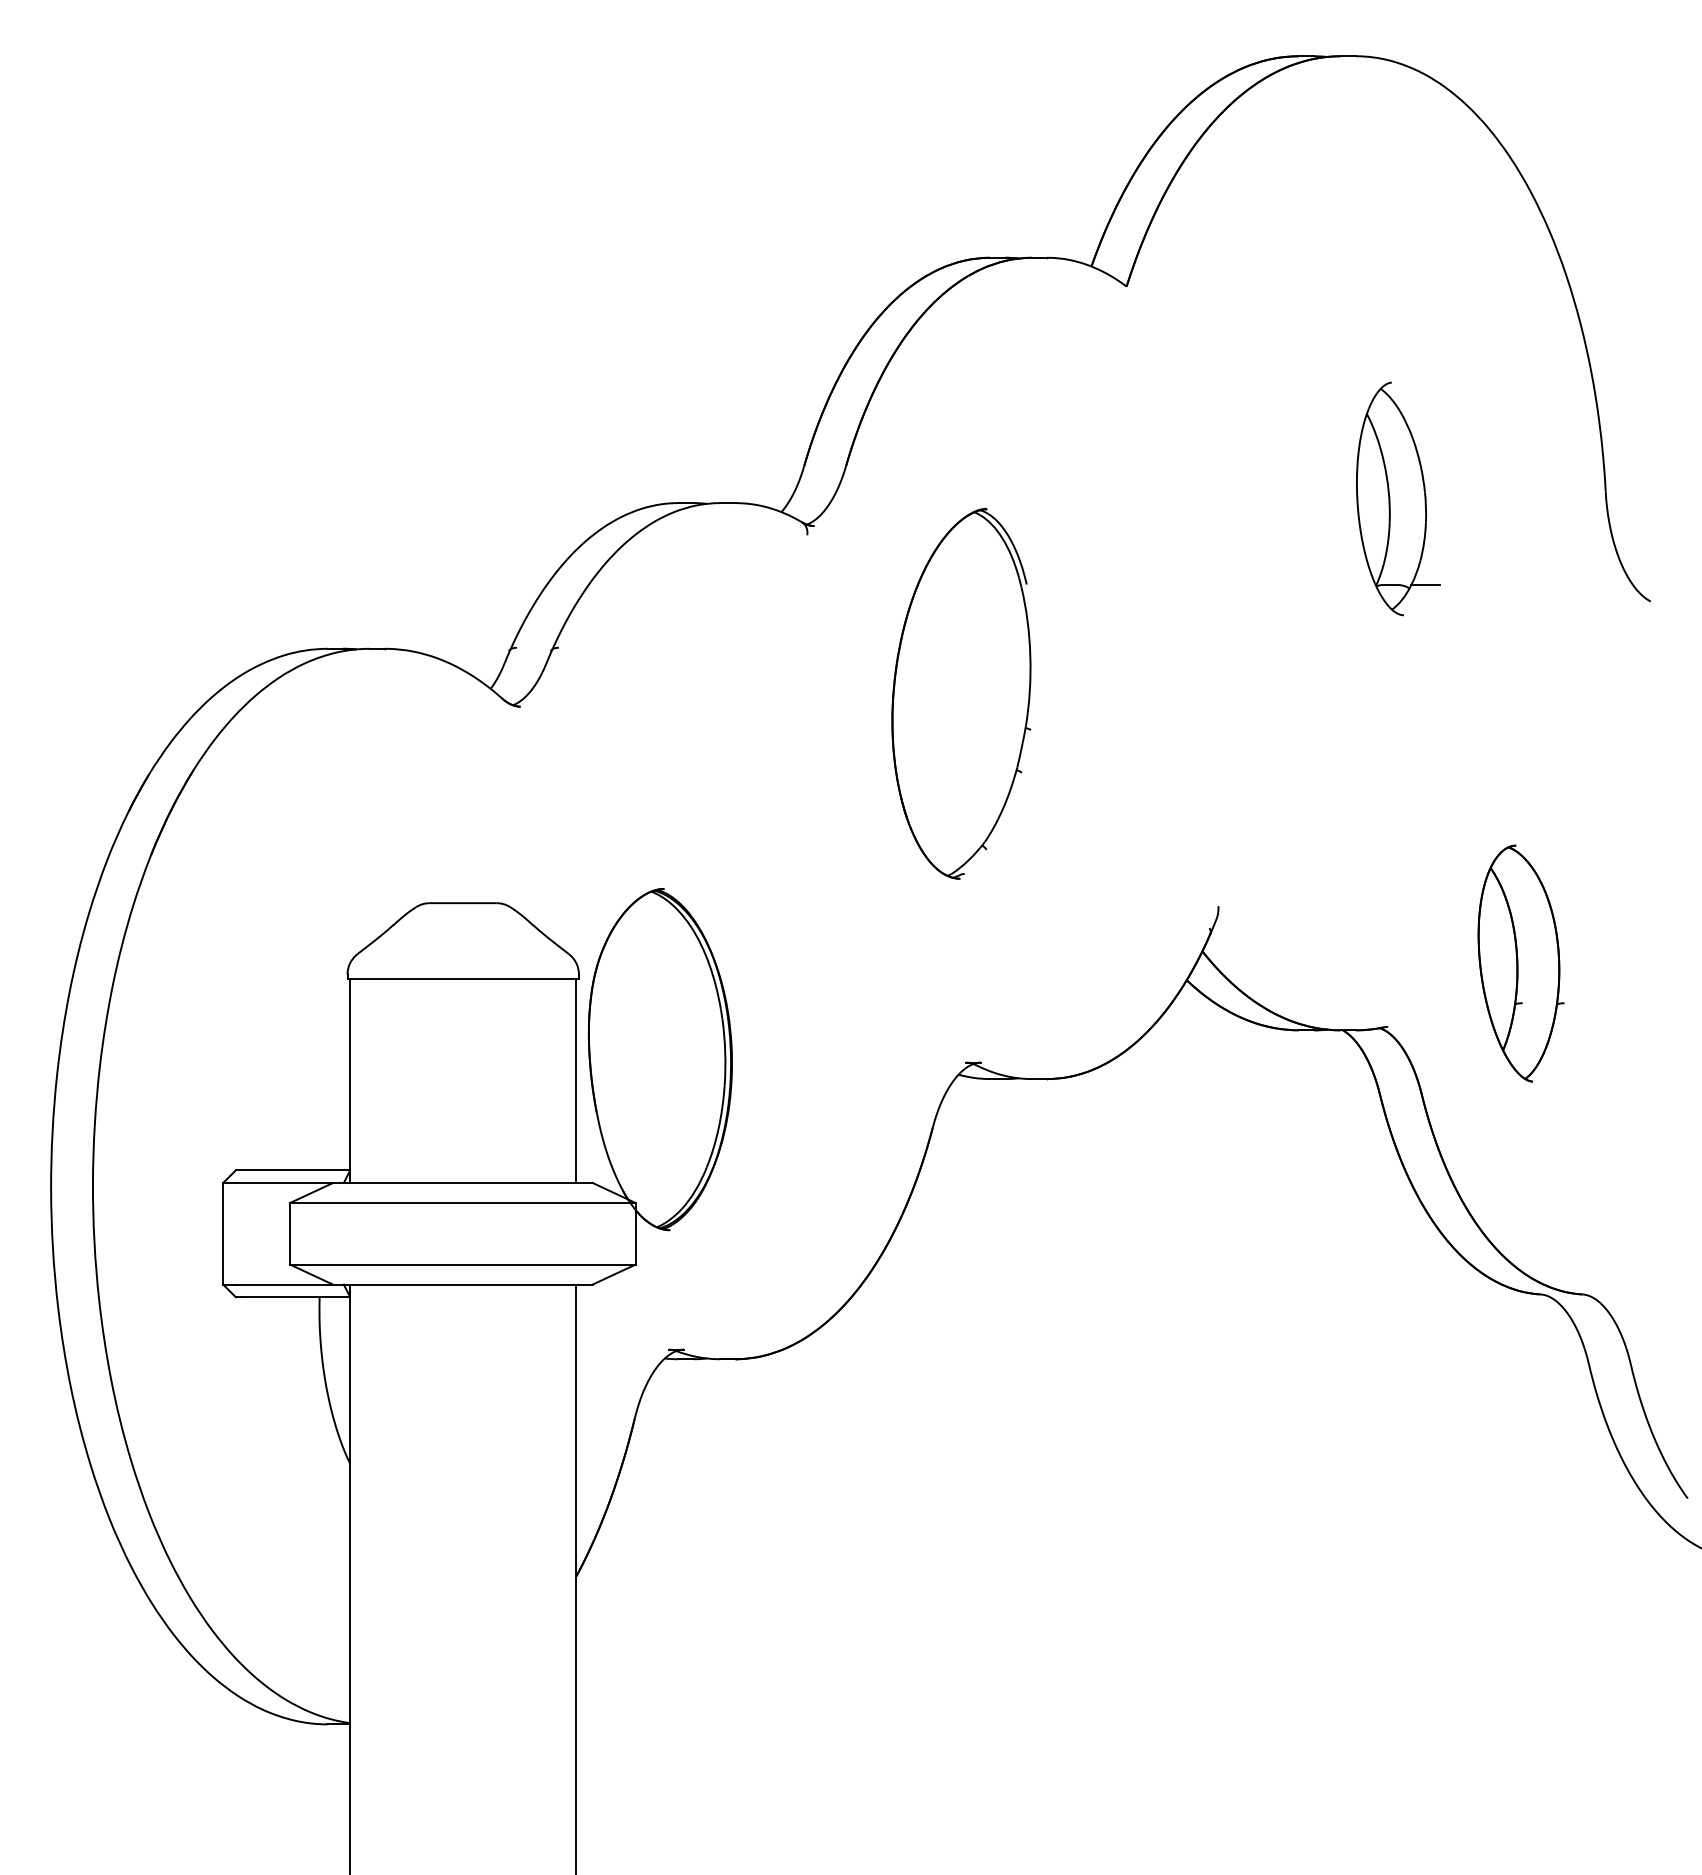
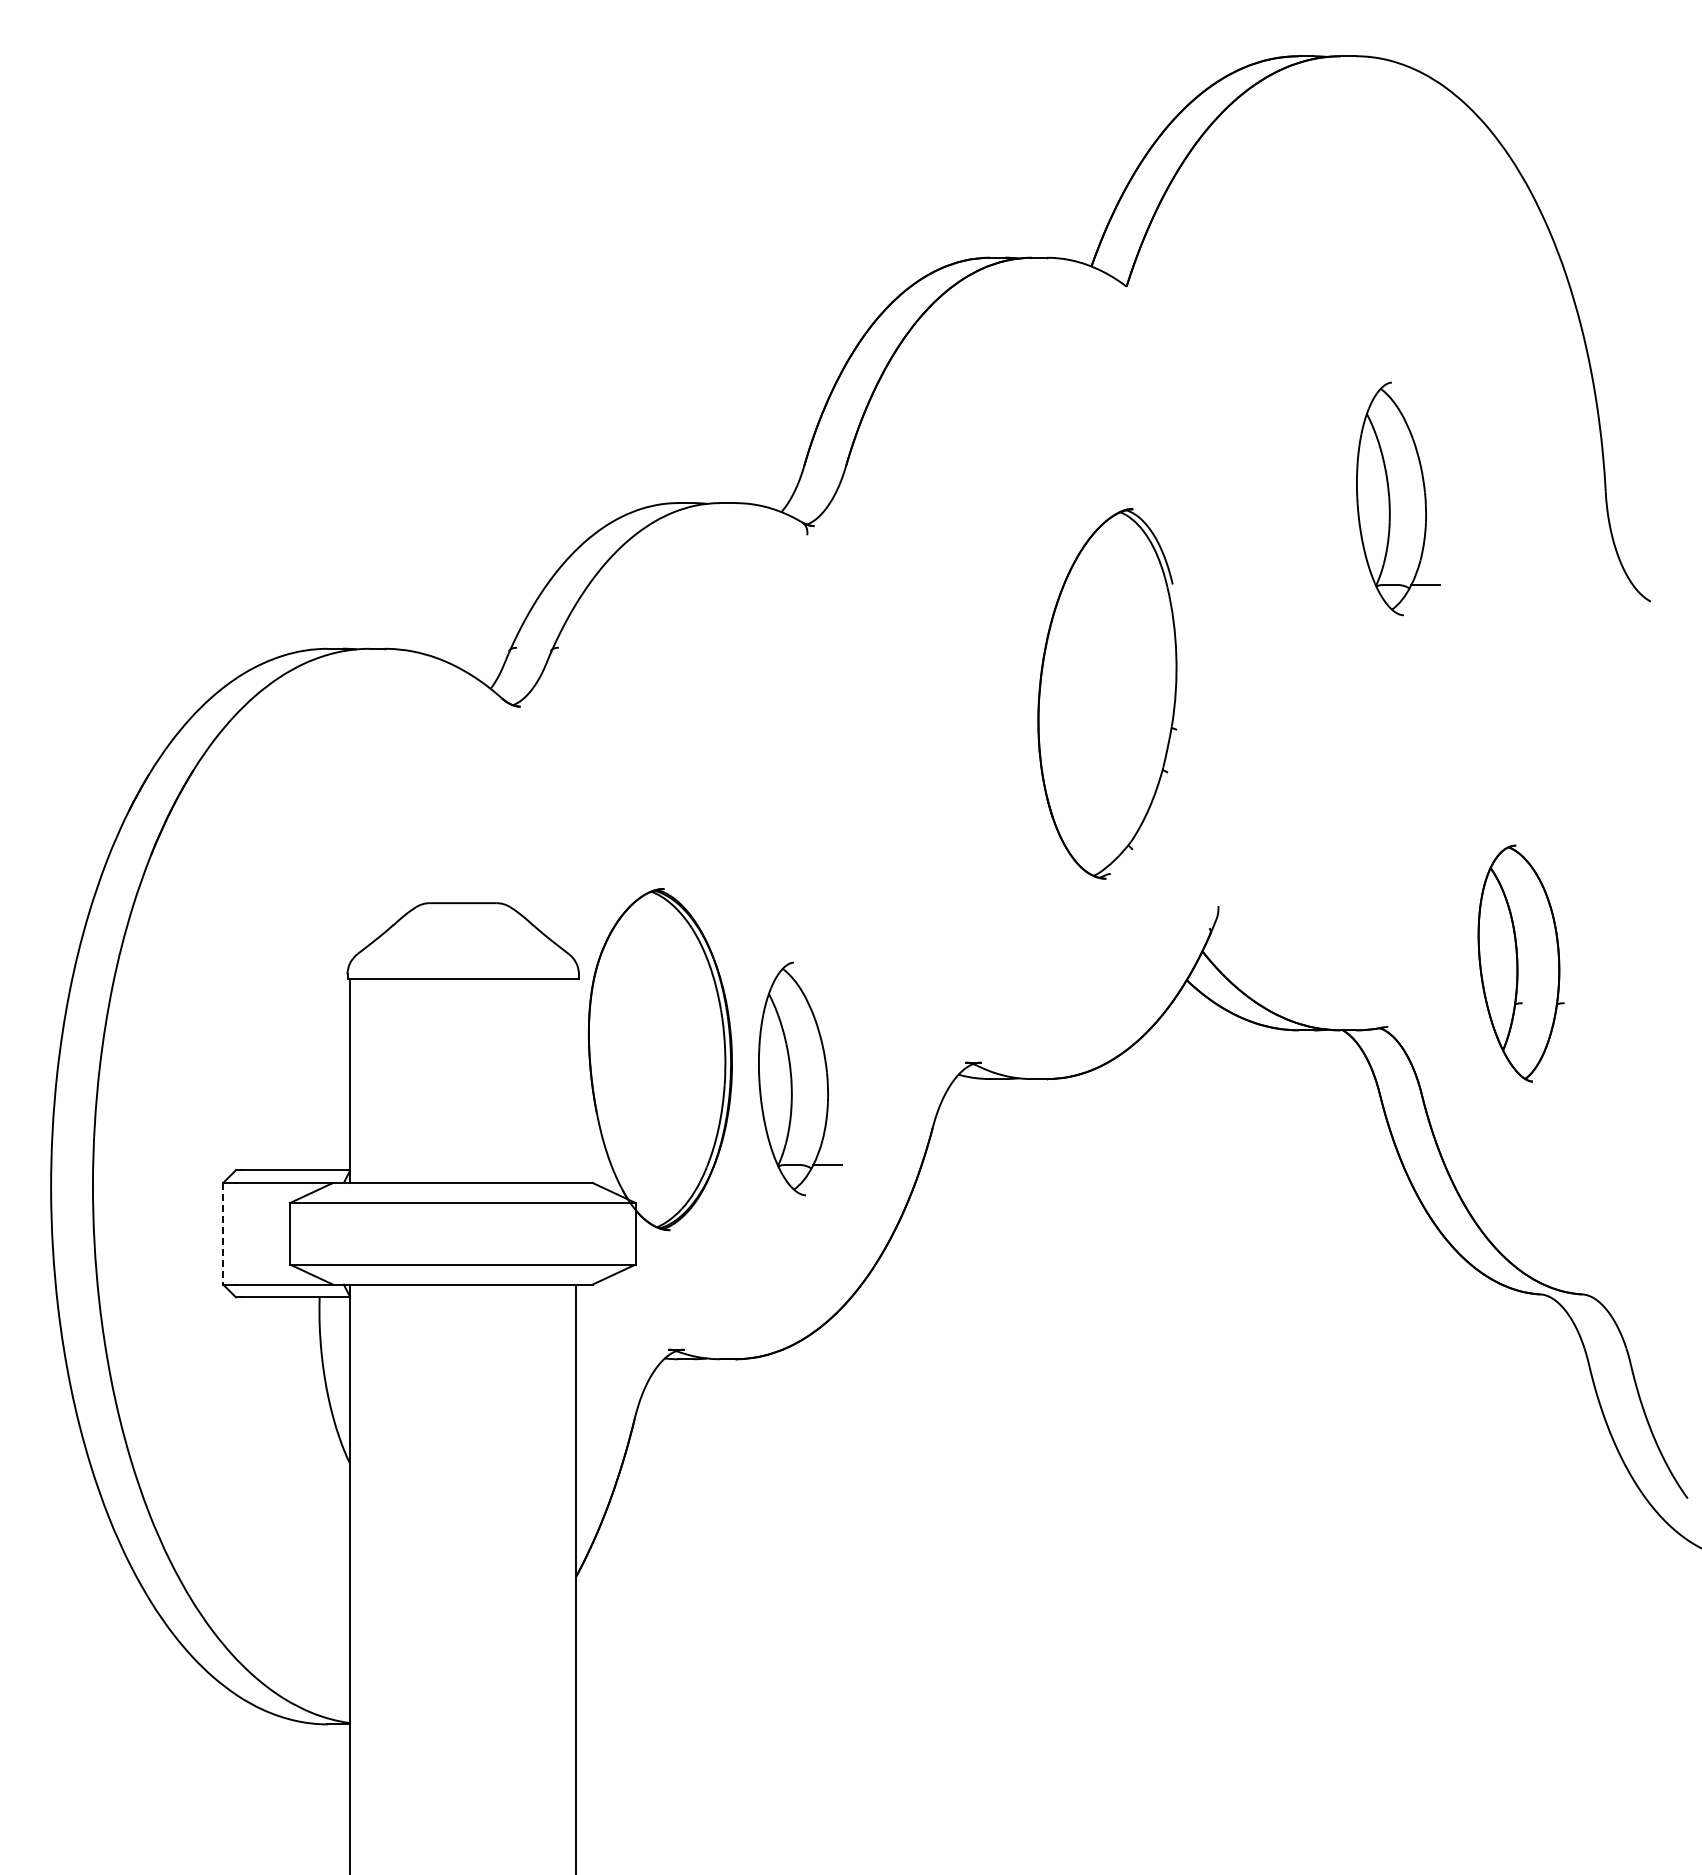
part at (961, 693) position: (961, 693) -> (1107, 693)
part at (800, 1078): none -> present
line at (576, 1080): present -> none
line at (223, 1233): solid -> dashed
